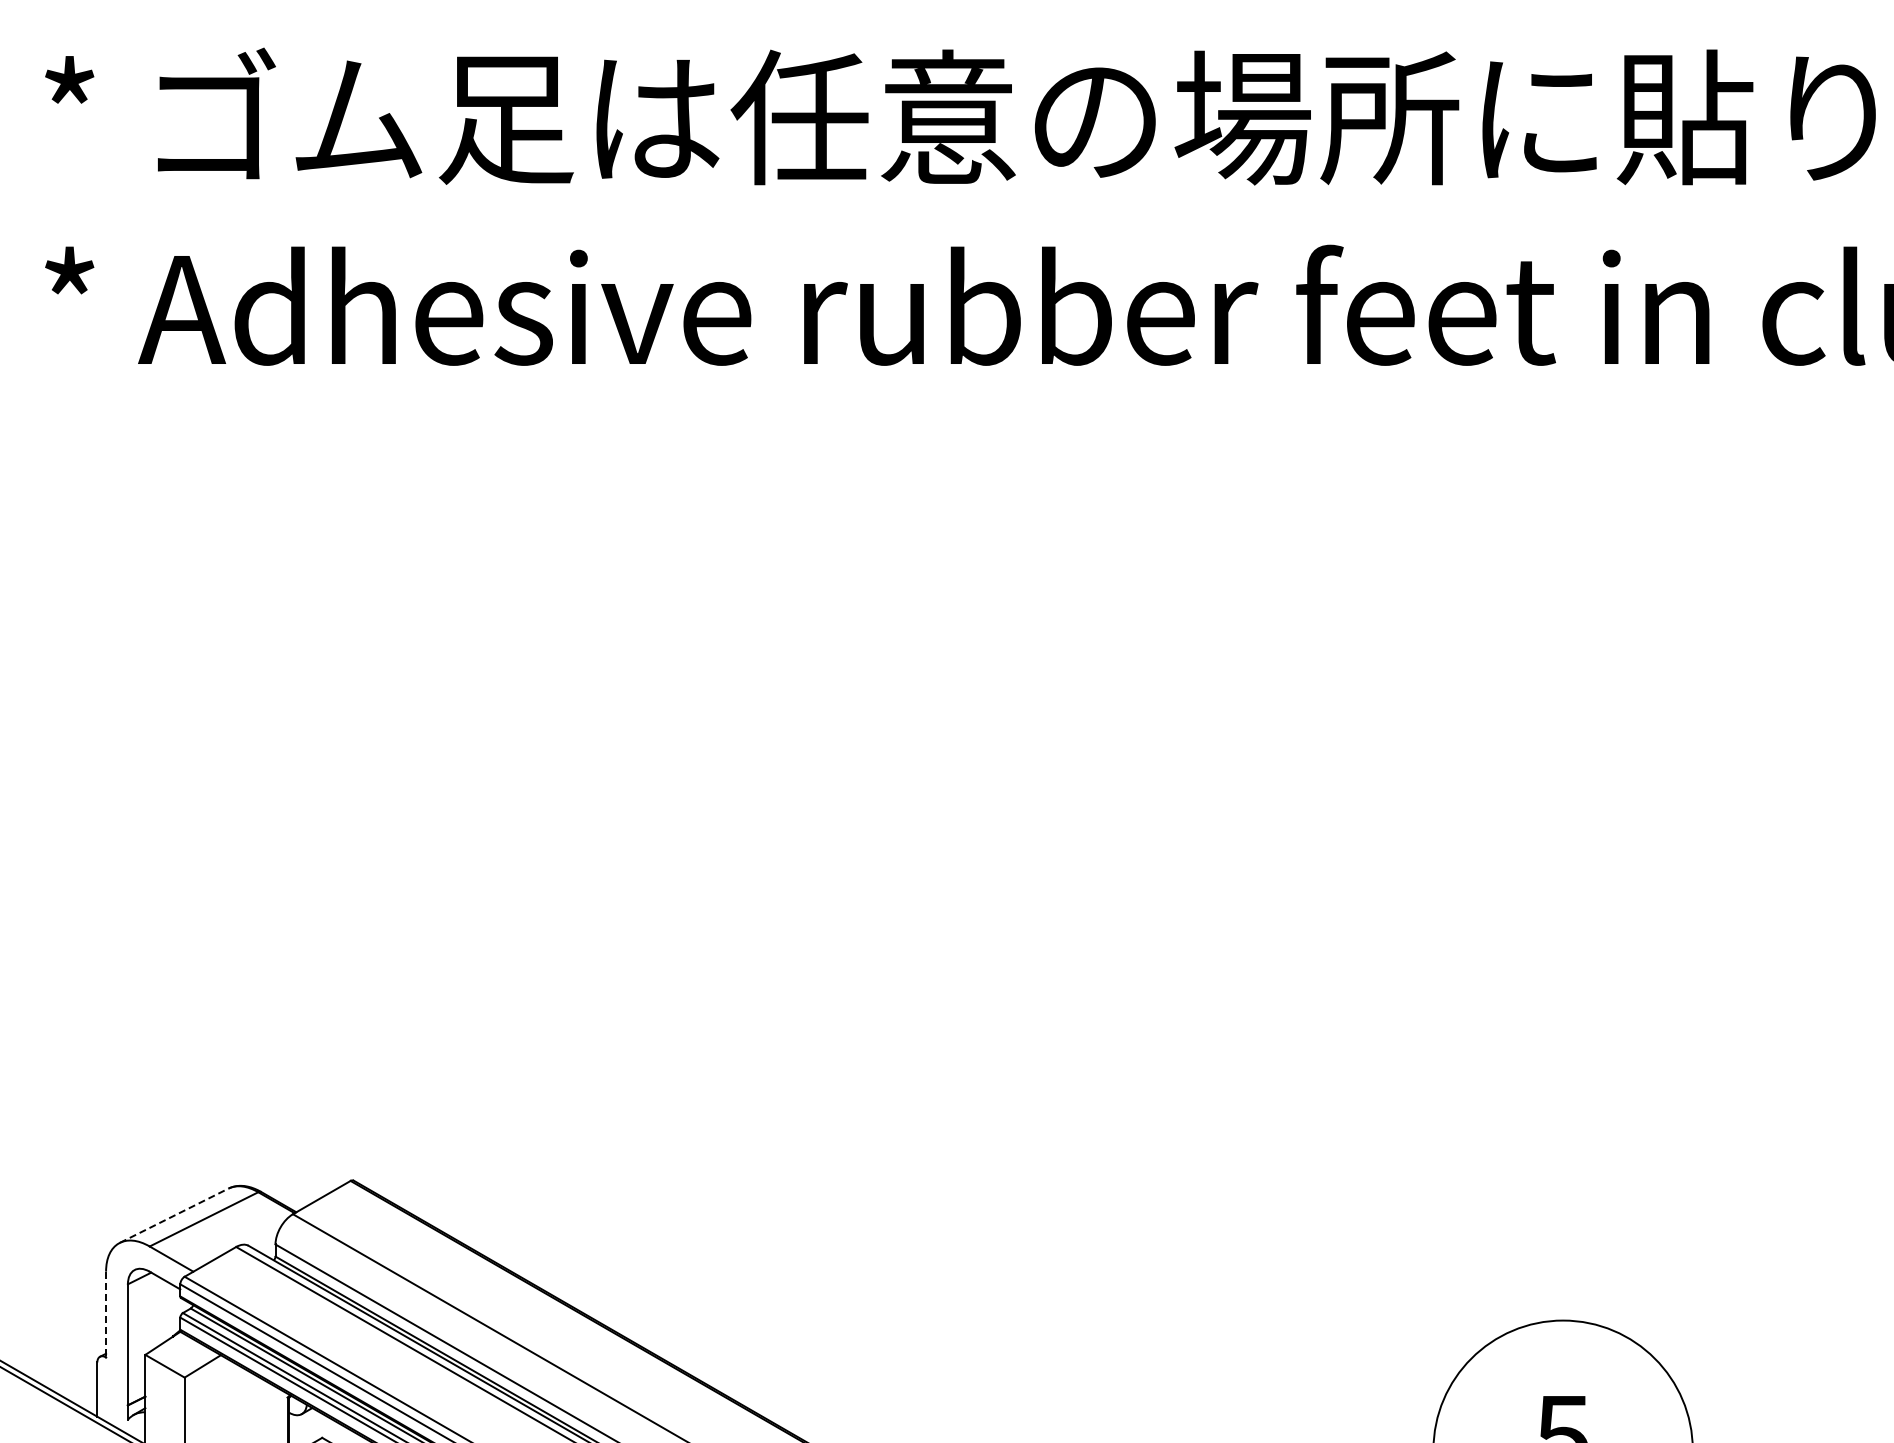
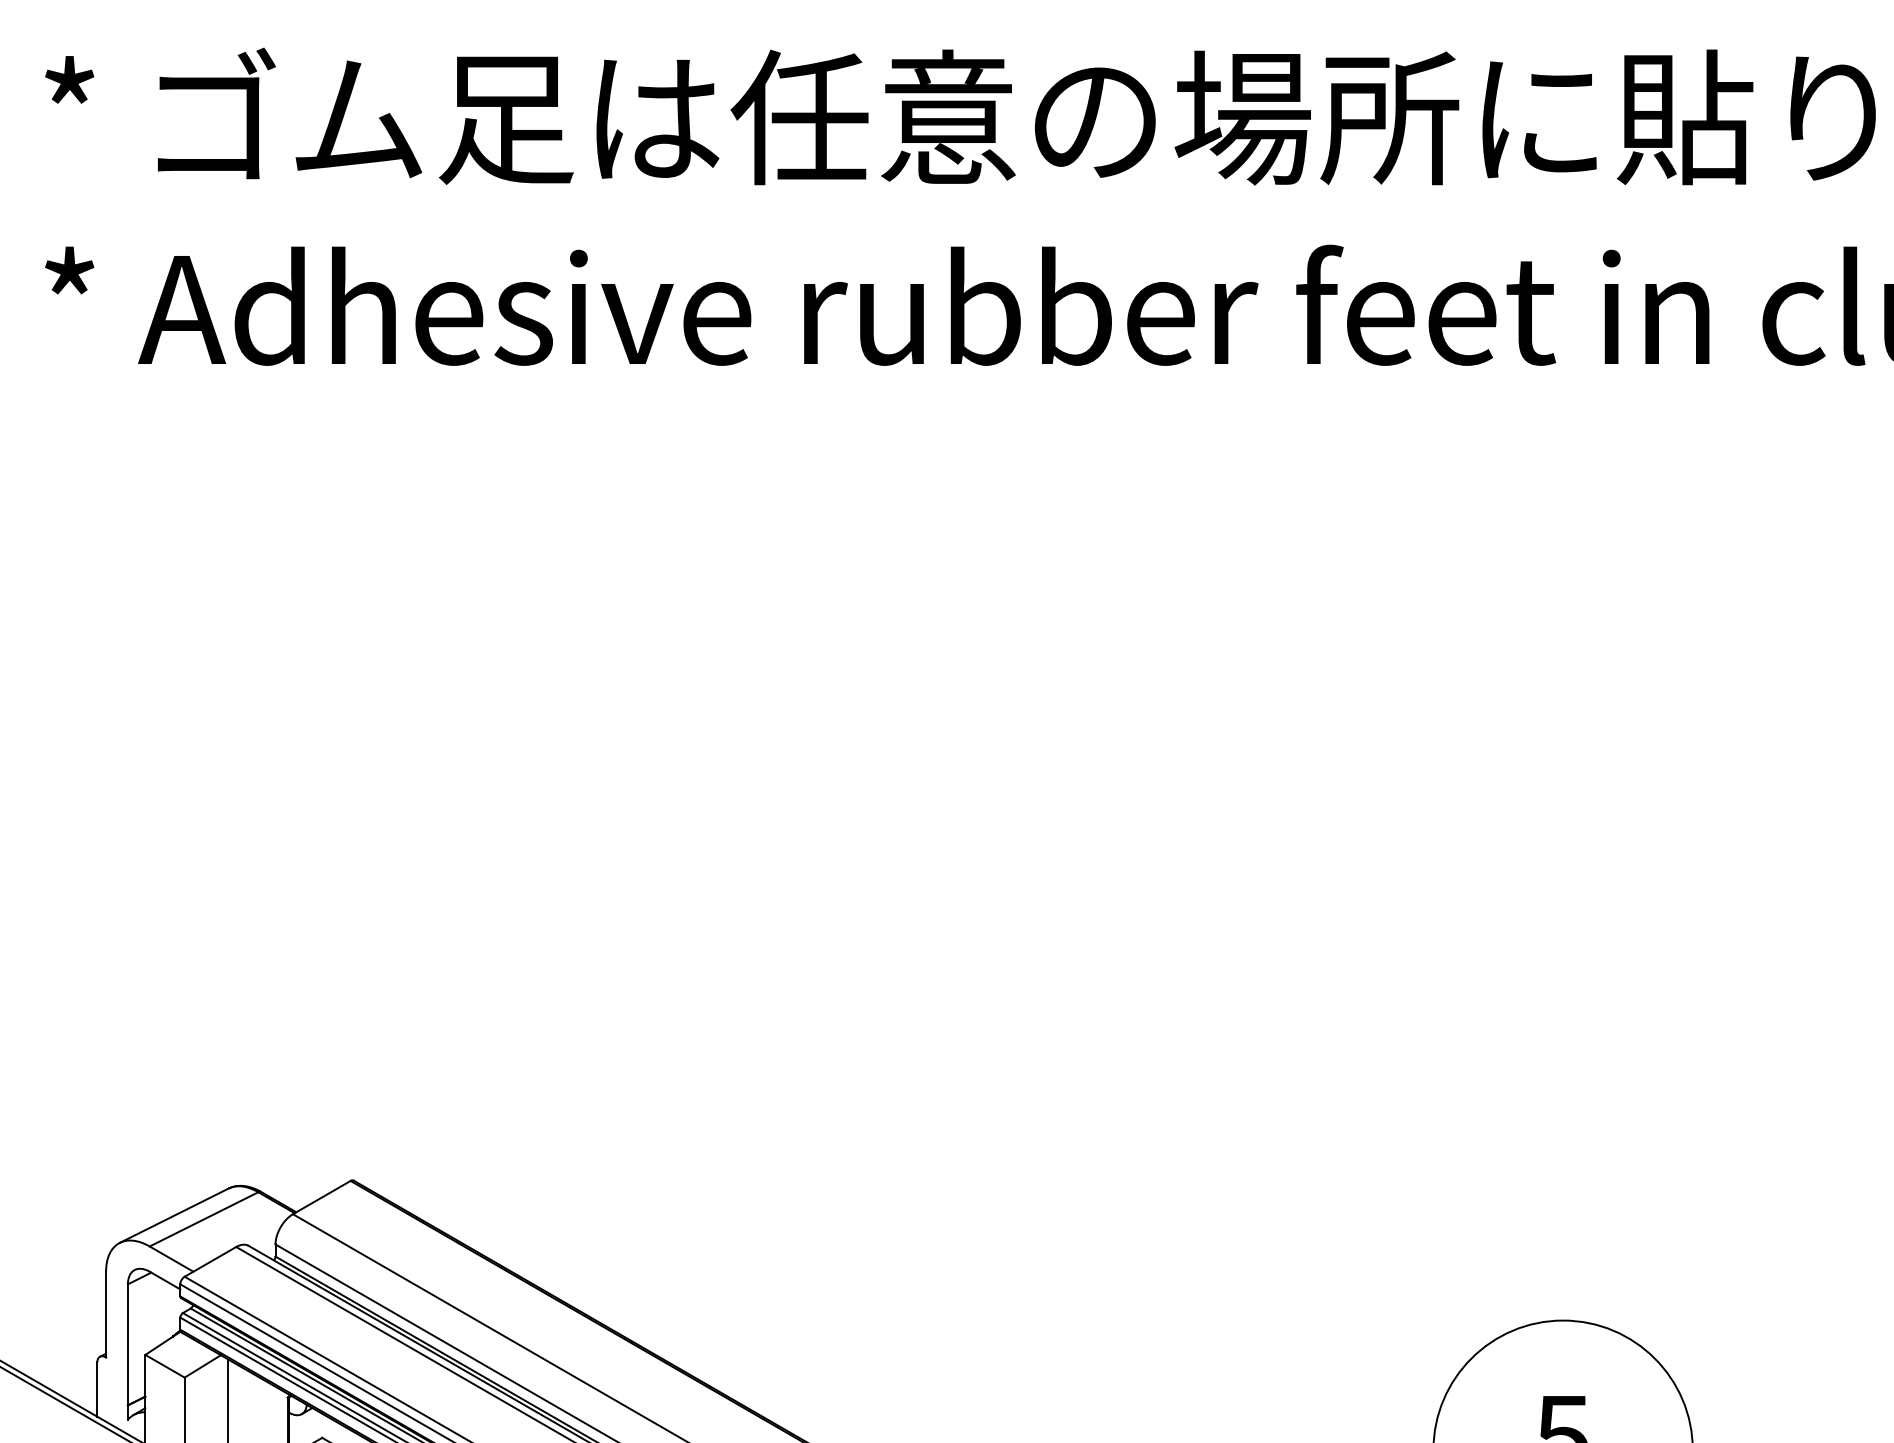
line at (174, 1215): dashed -> solid
line at (106, 1314): dashed -> solid
line at (228, 1399): none -> present
